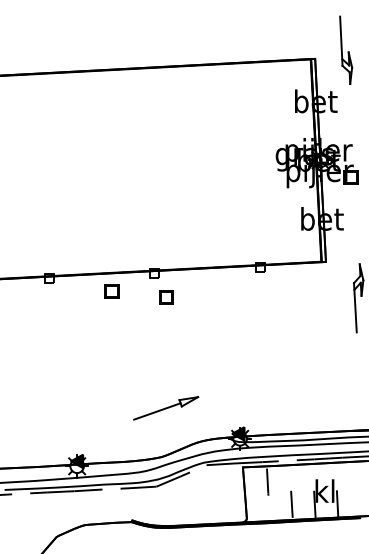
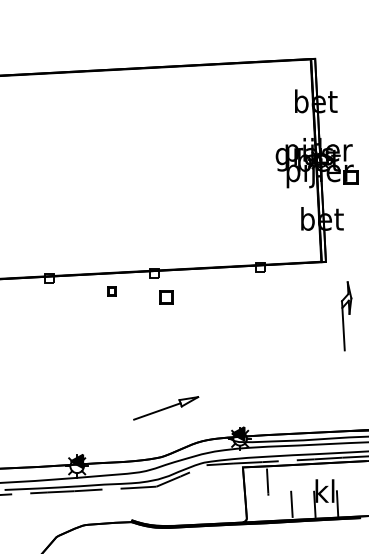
part at (346, 49): present -> none
part at (111, 291) size: 16x15 px -> 10x11 px
part at (358, 298) position: (358, 298) -> (346, 316)
